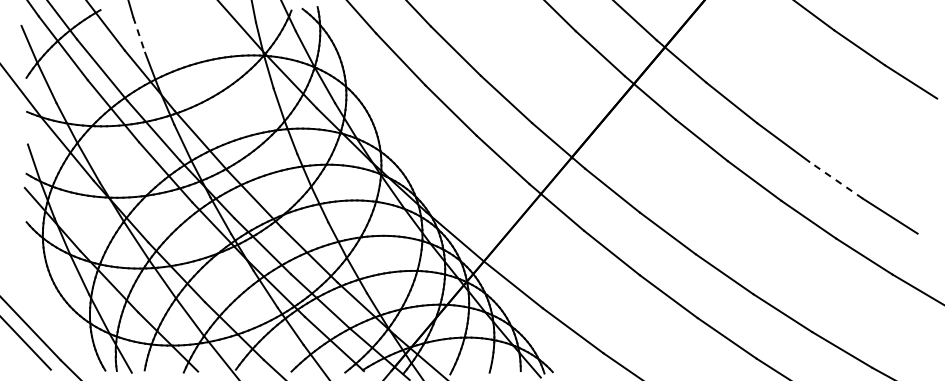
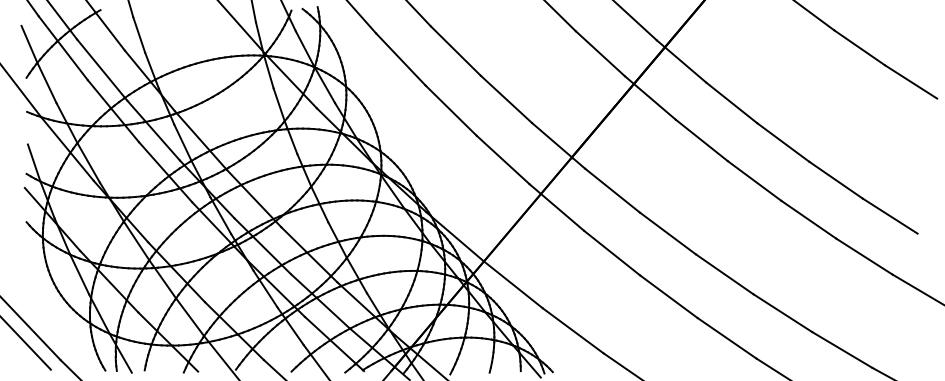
line at (139, 34): dashed -> solid
line at (835, 179): dashed -> solid
